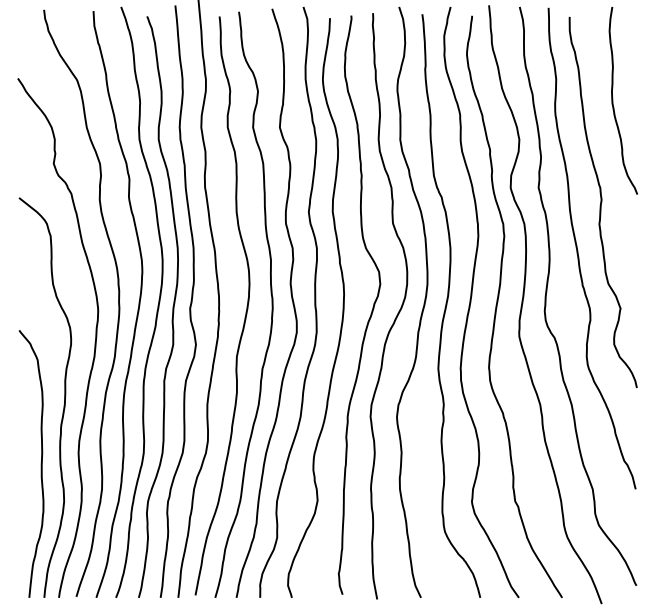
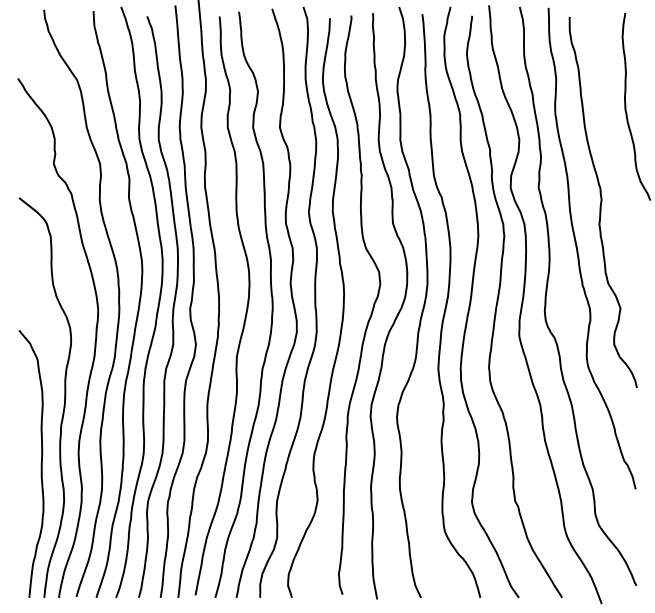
curve at (613, 100) position: (613, 100) -> (626, 106)
